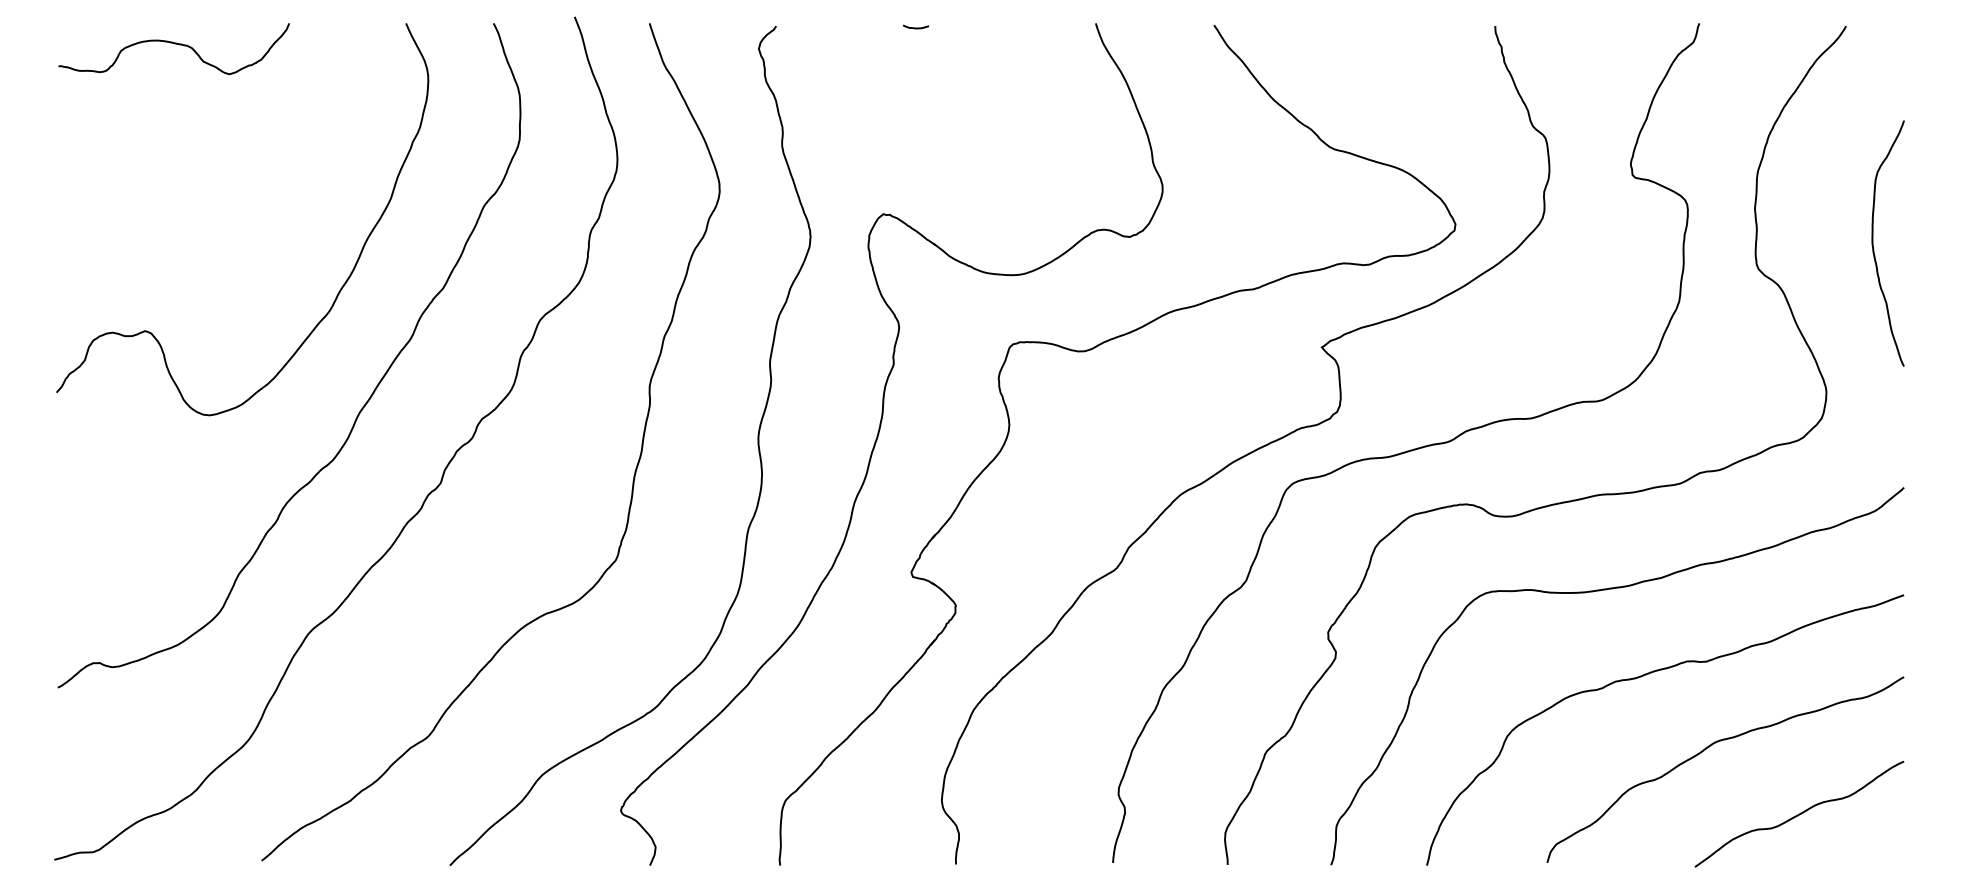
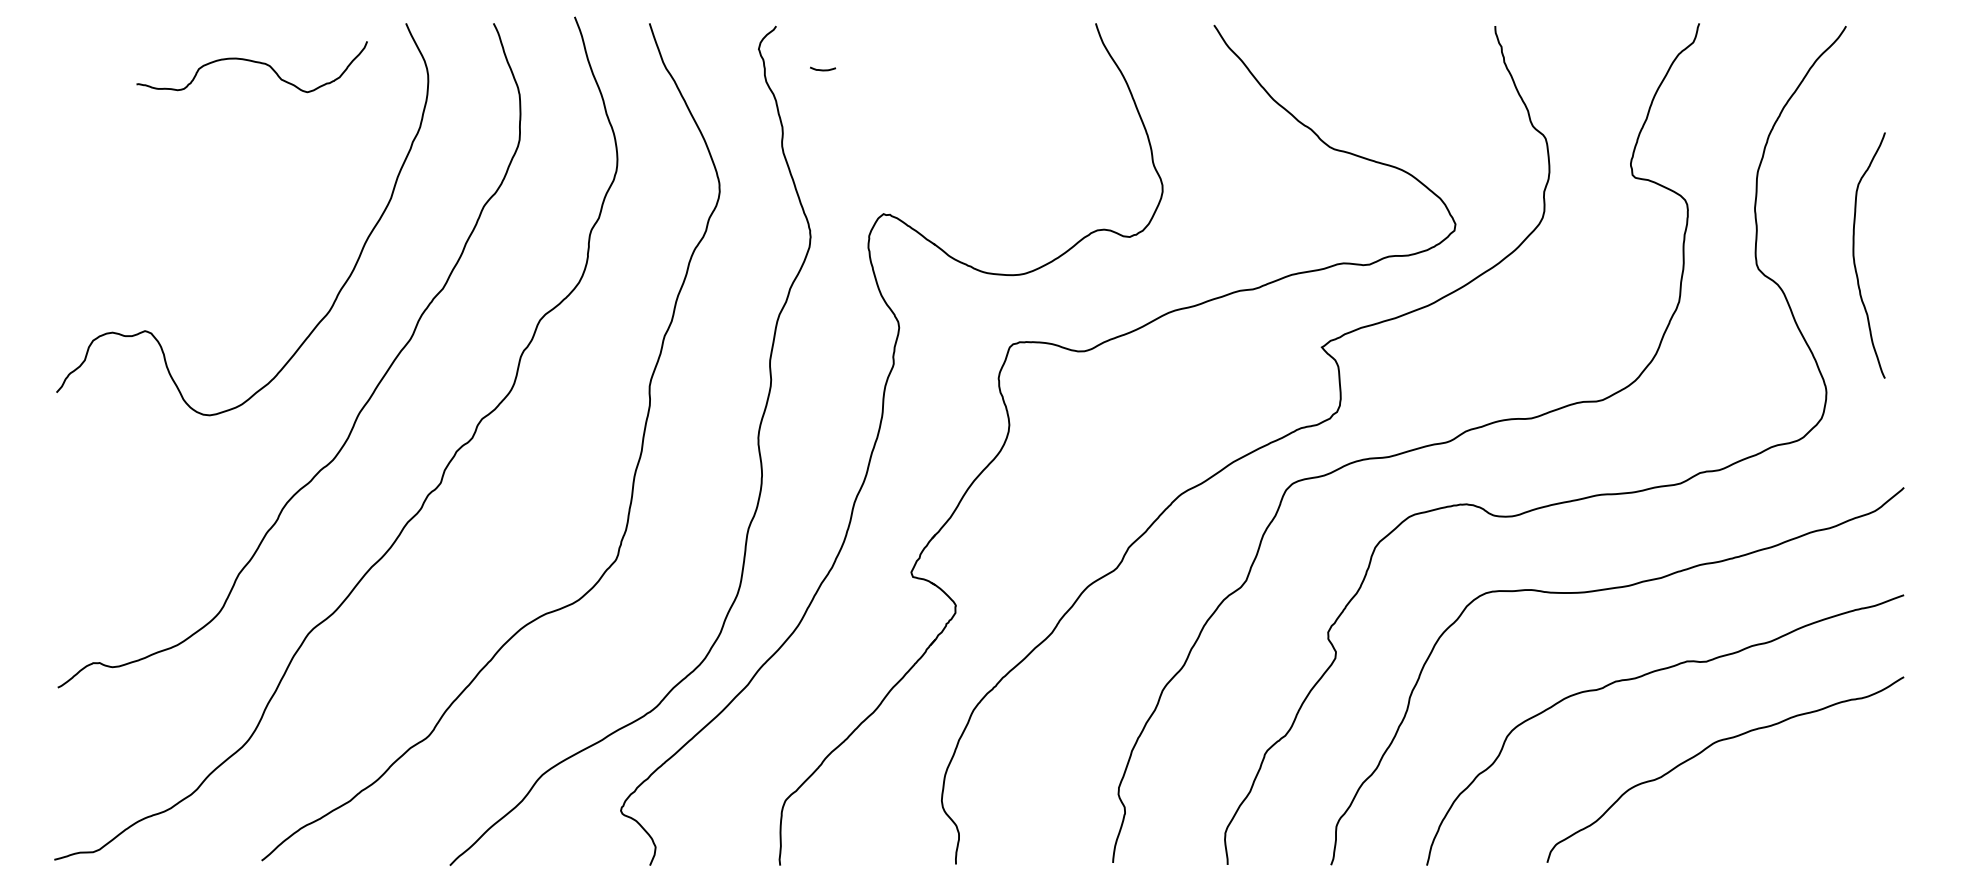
curve at (916, 27) position: (916, 27) -> (823, 69)
curve at (174, 44) position: (174, 44) -> (252, 62)
curve at (1873, 243) position: (1873, 243) -> (1854, 255)
curve at (1799, 813): present -> none
